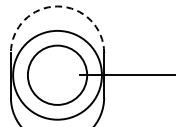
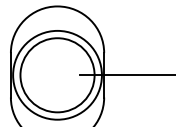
arc at (57, 6): dashed -> solid
circle at (57, 74) diameter: 59 px -> 74 px
